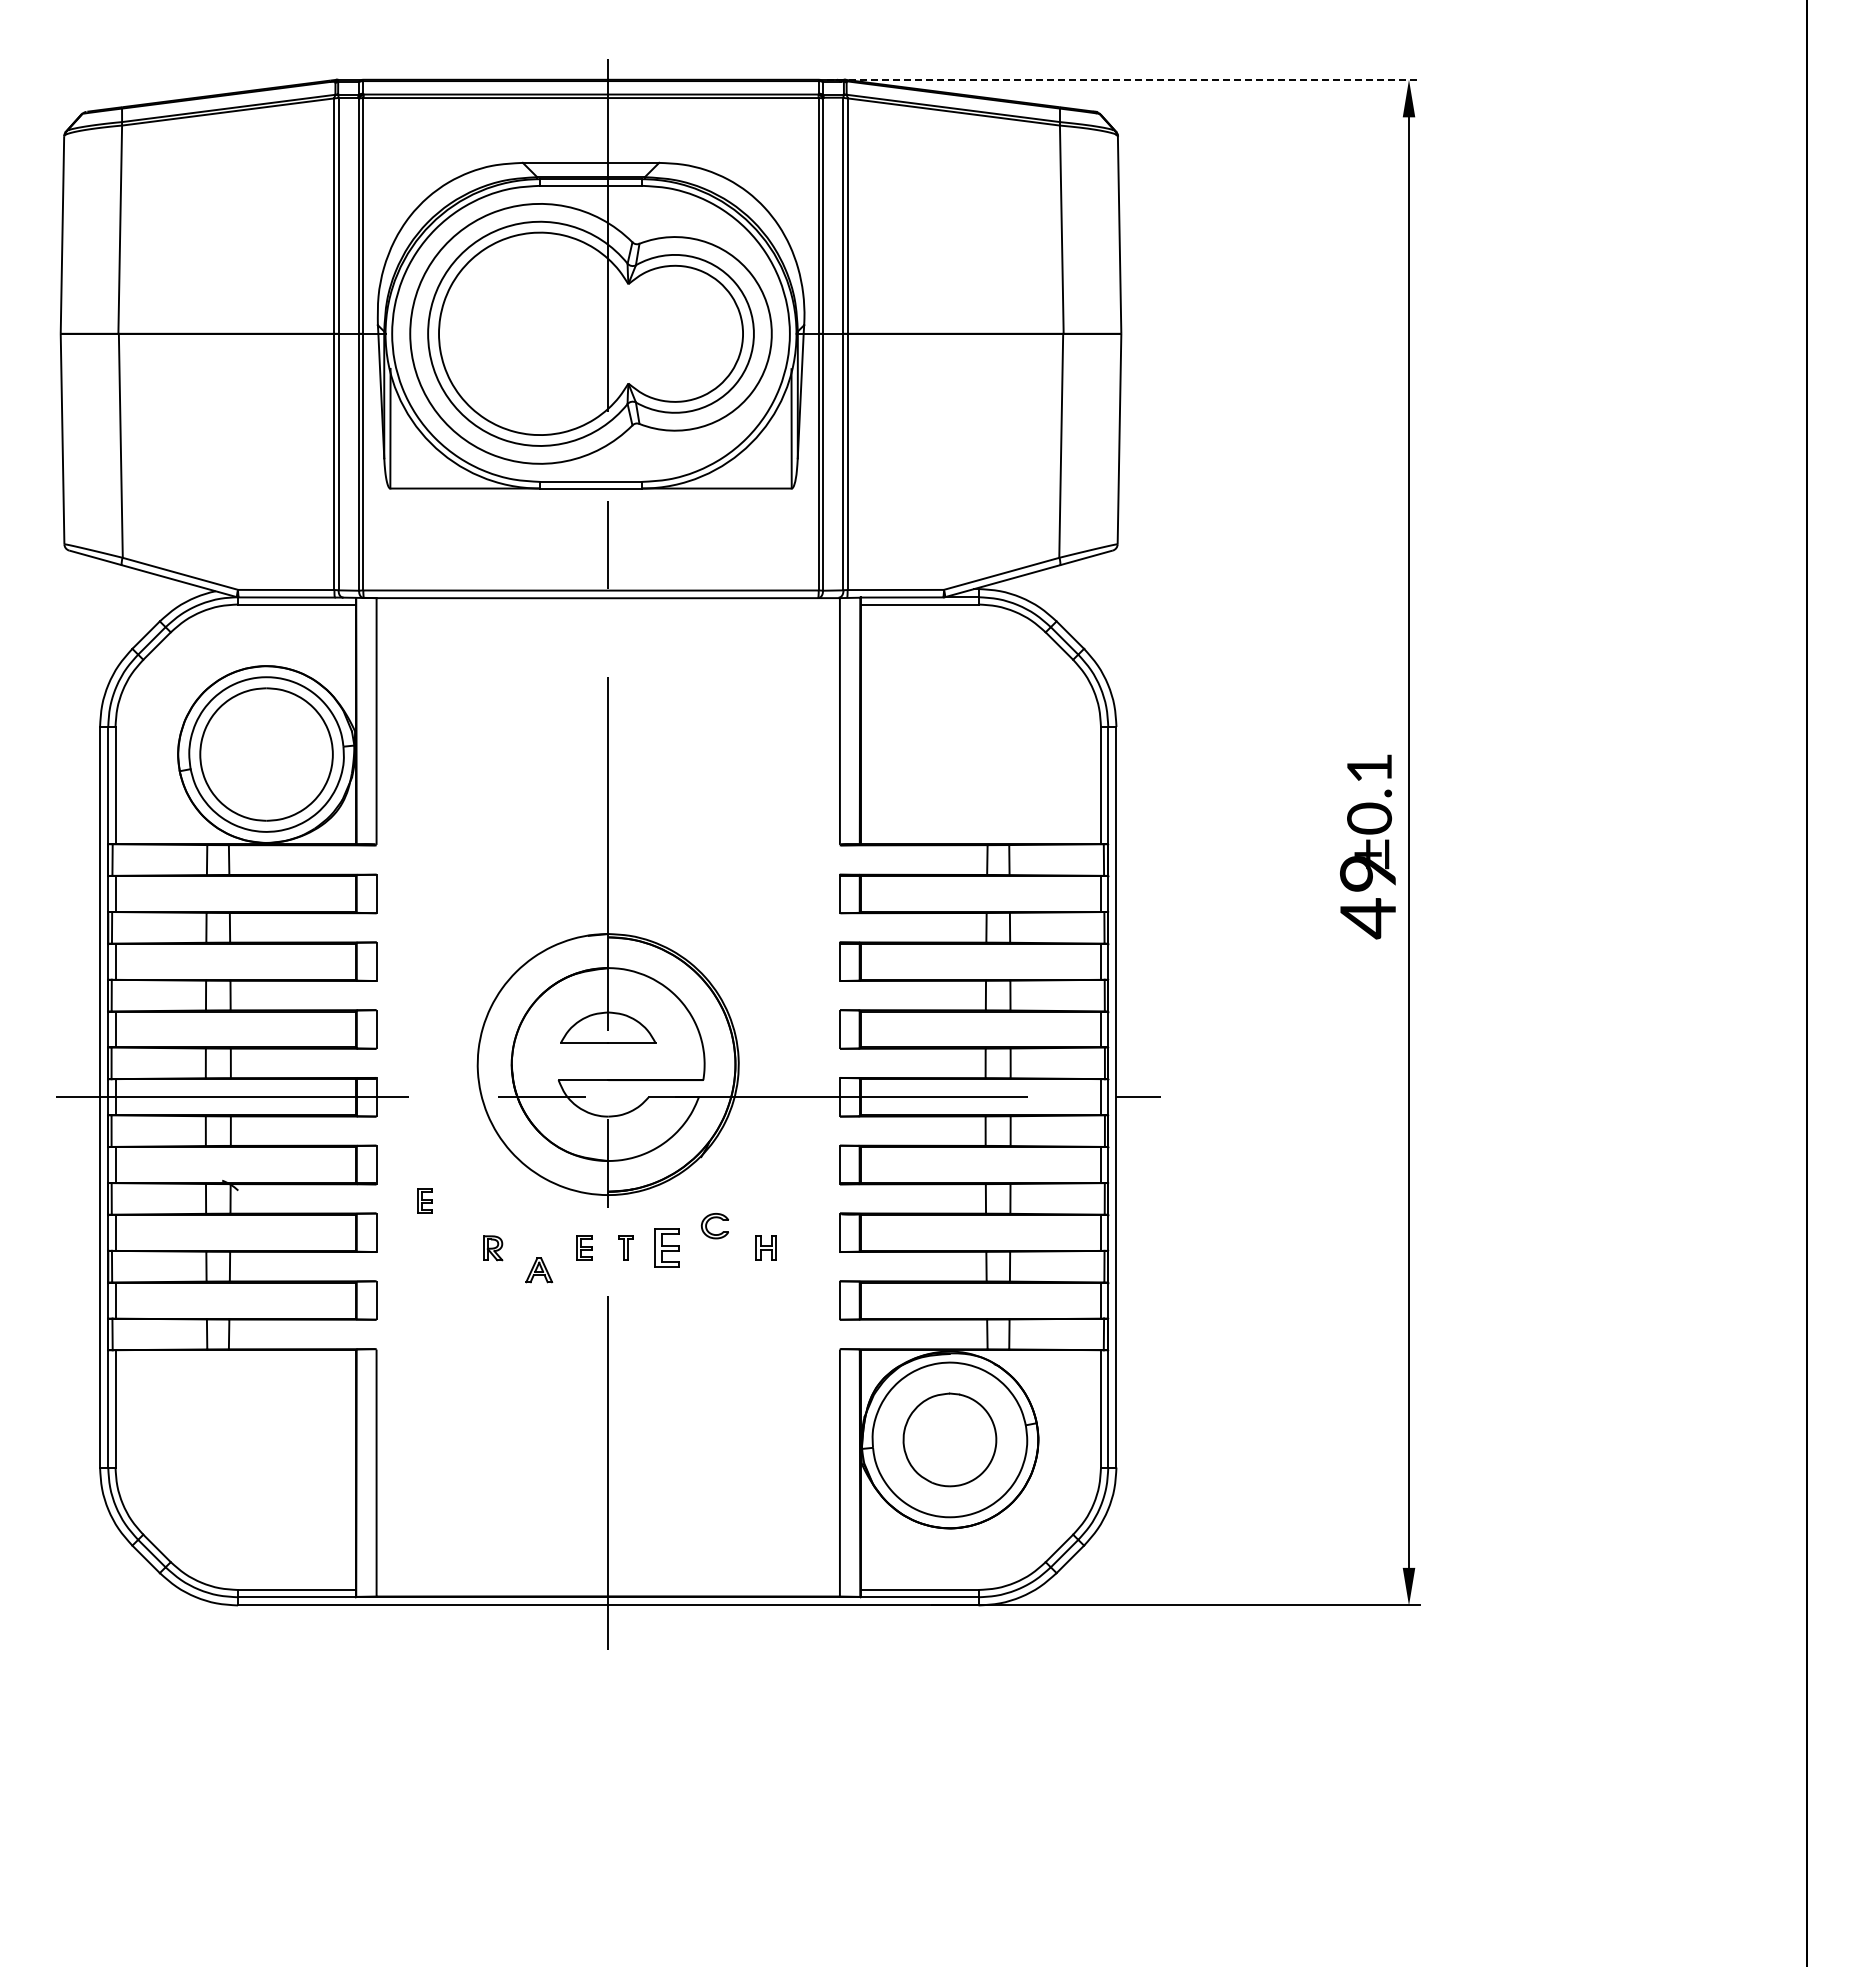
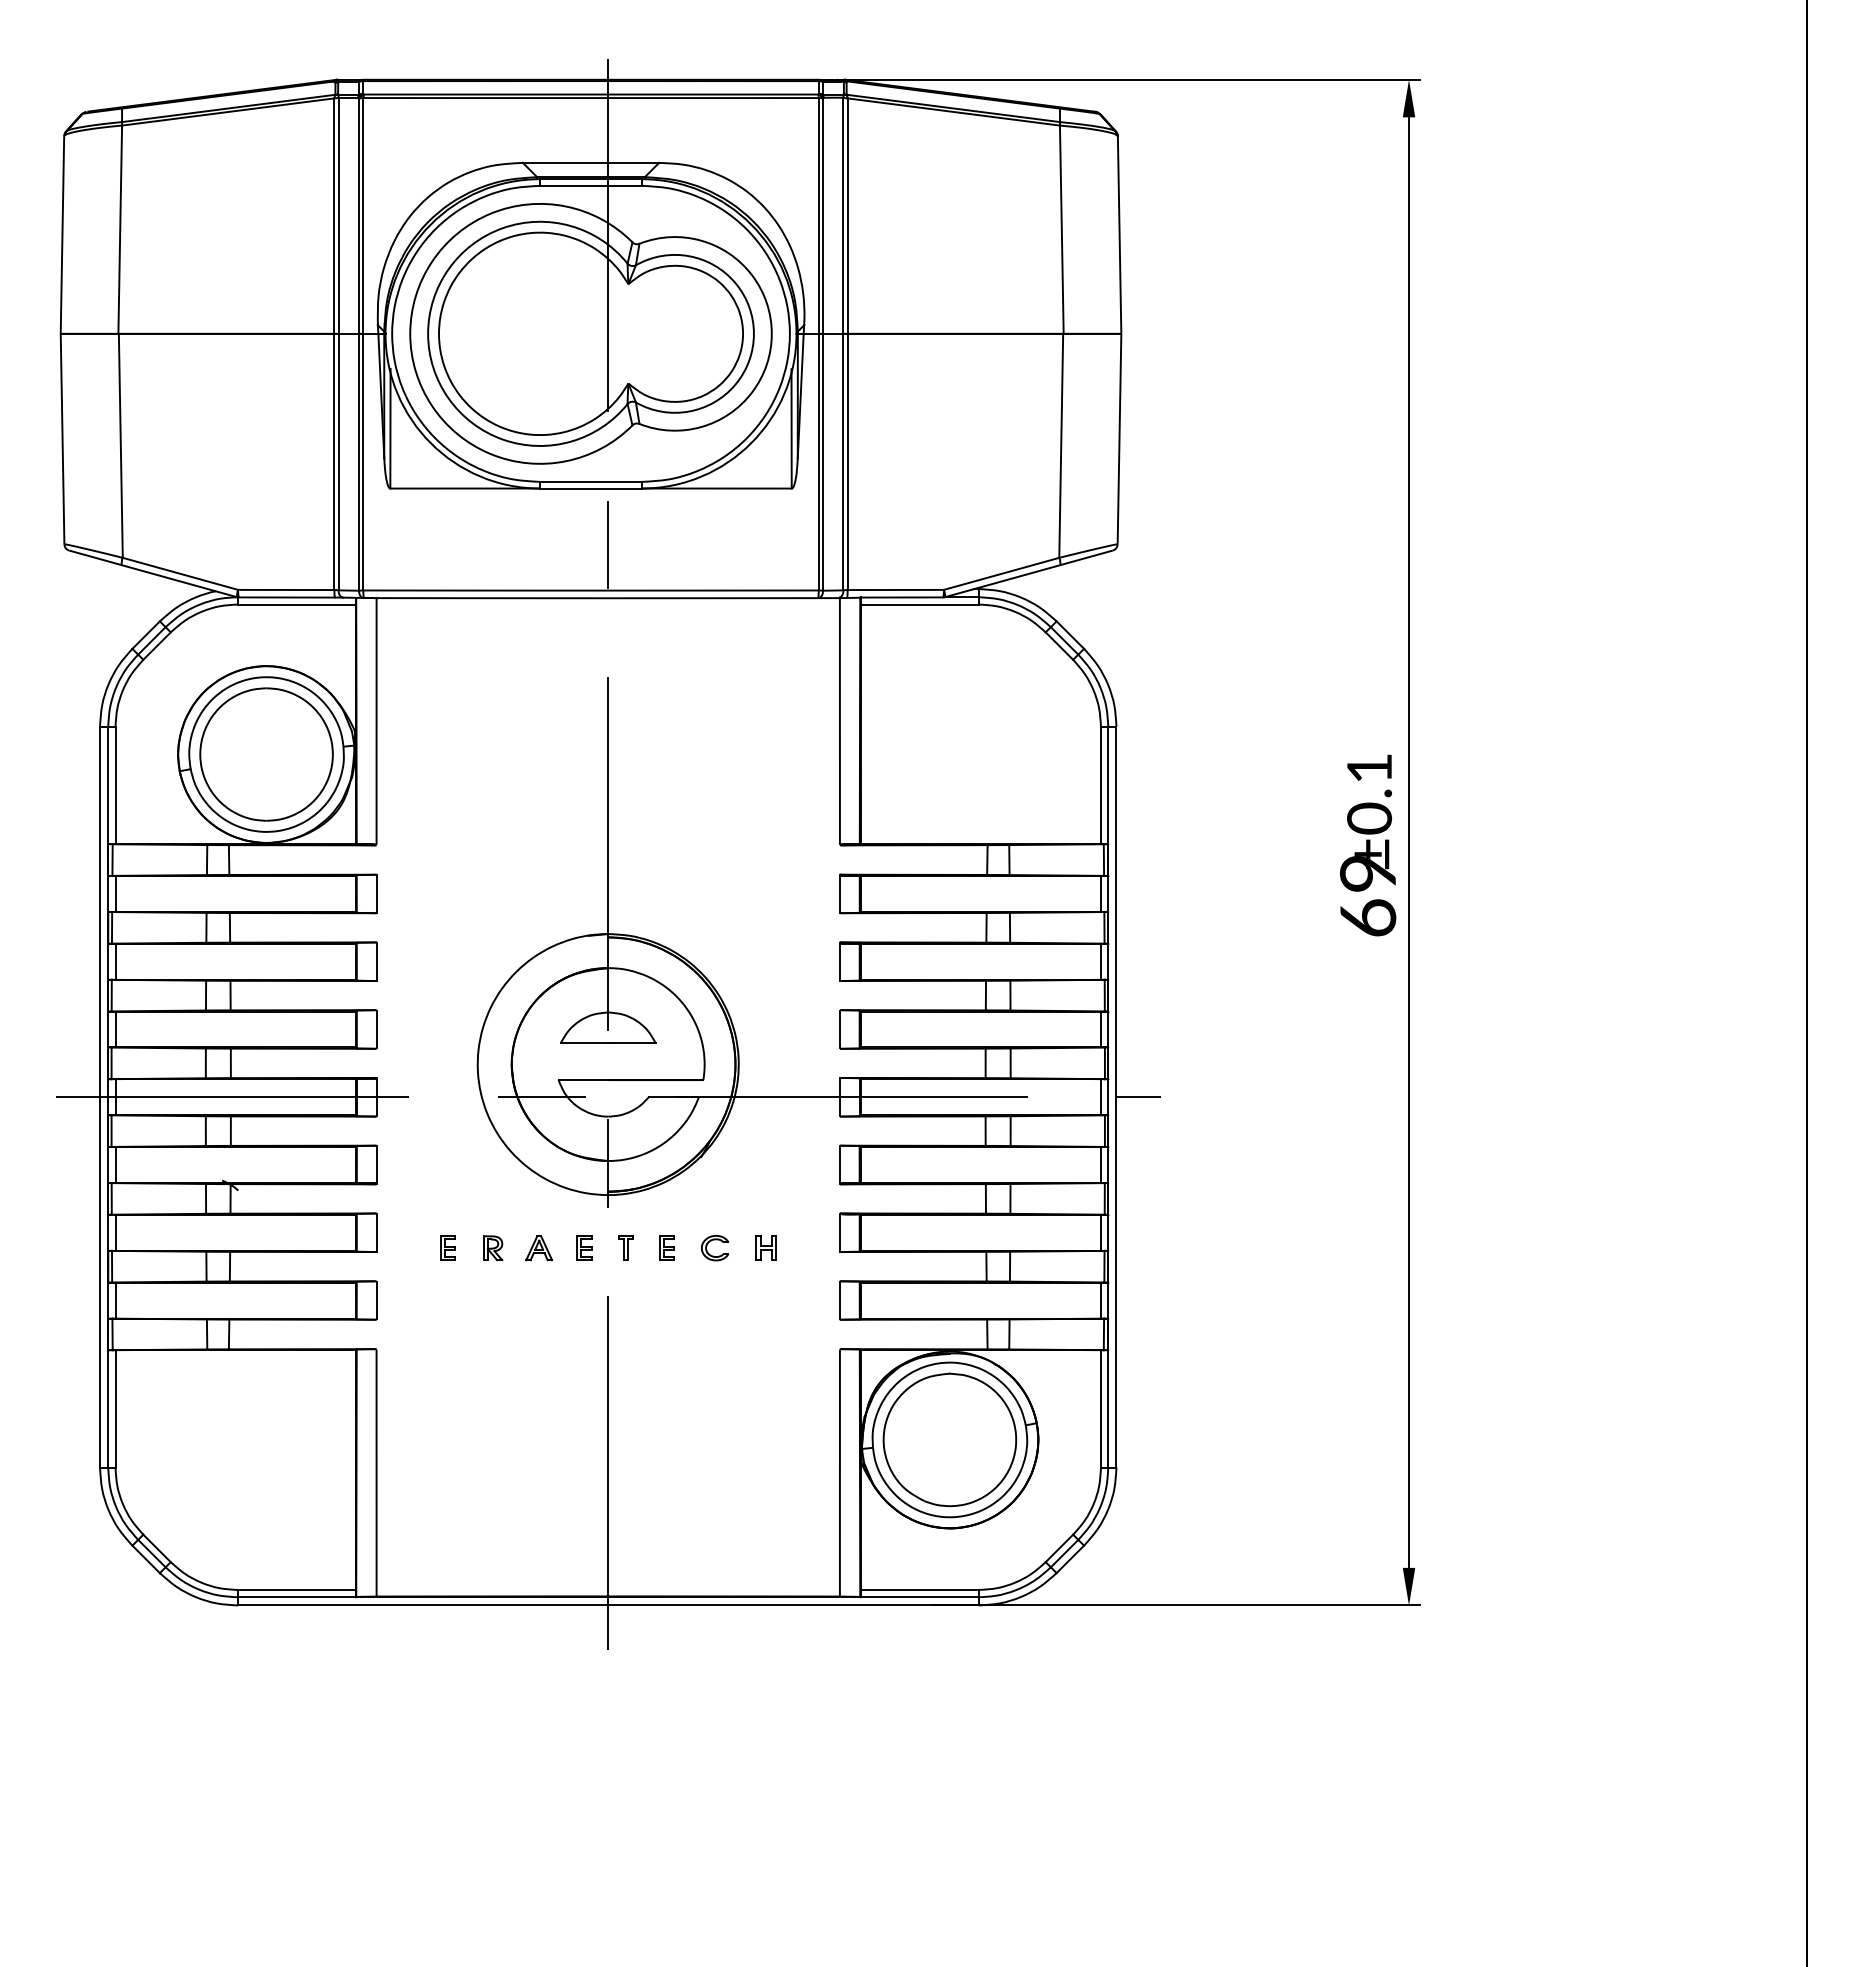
line at (1123, 79): dashed -> solid
text at (1368, 918): 49 -> 69
part at (424, 1200) position: (424, 1200) -> (447, 1247)
part at (707, 1227) position: (707, 1227) -> (707, 1249)
part at (666, 1247) size: 26x40 px -> 16x26 px
part at (539, 1270) position: (539, 1270) -> (539, 1248)
part at (949, 1439) size: 96x96 px -> 136x136 px
